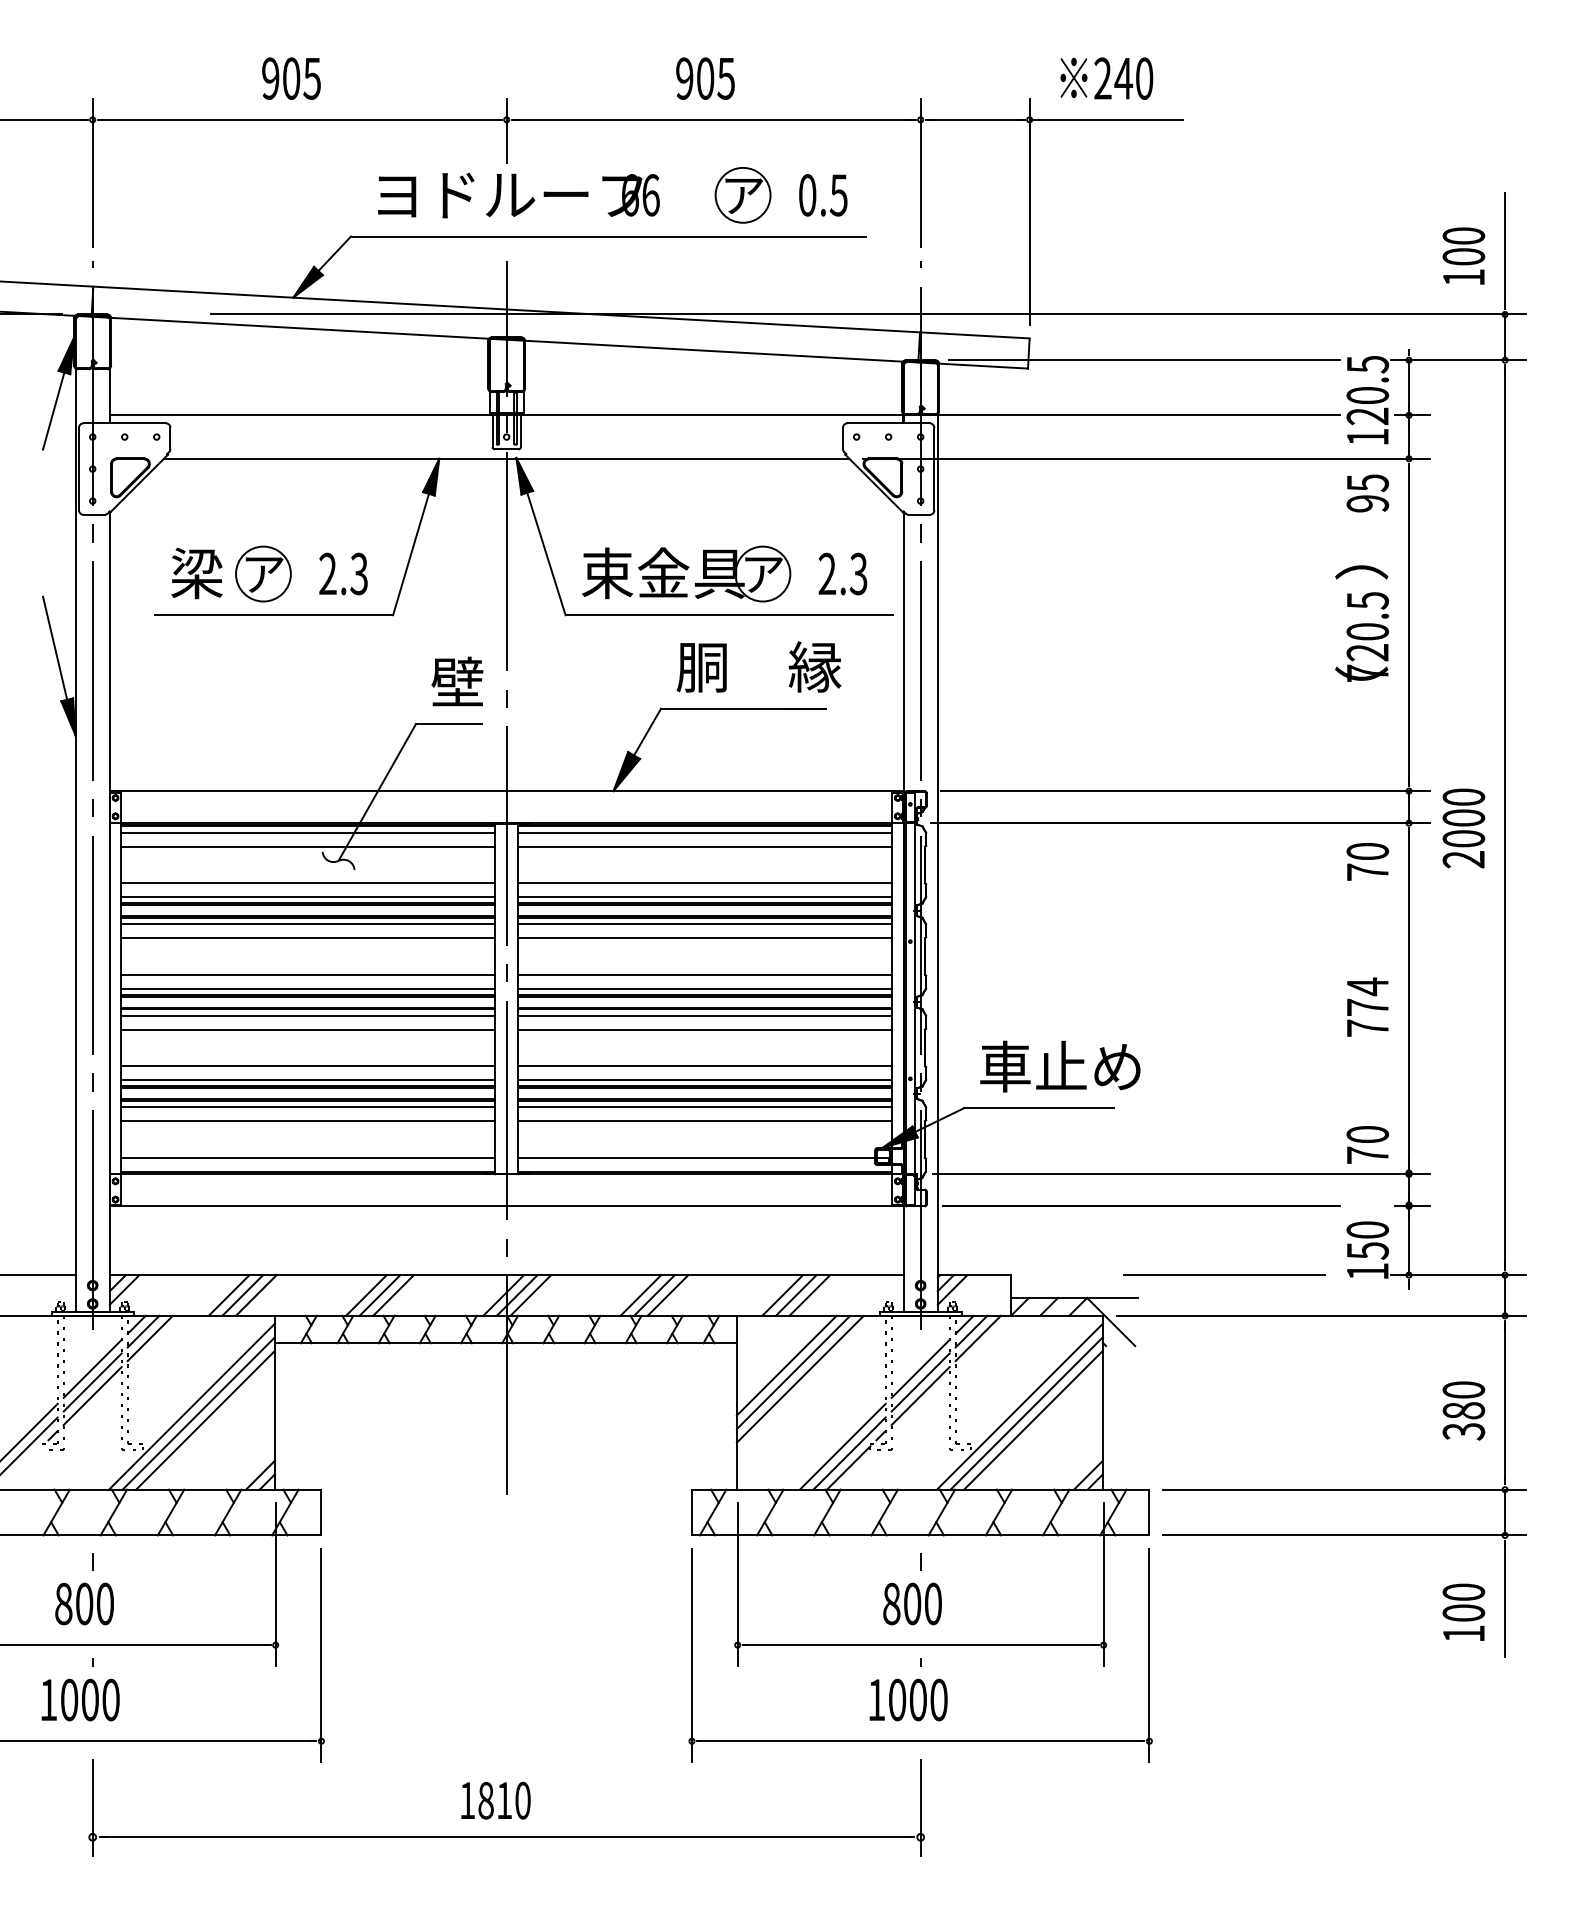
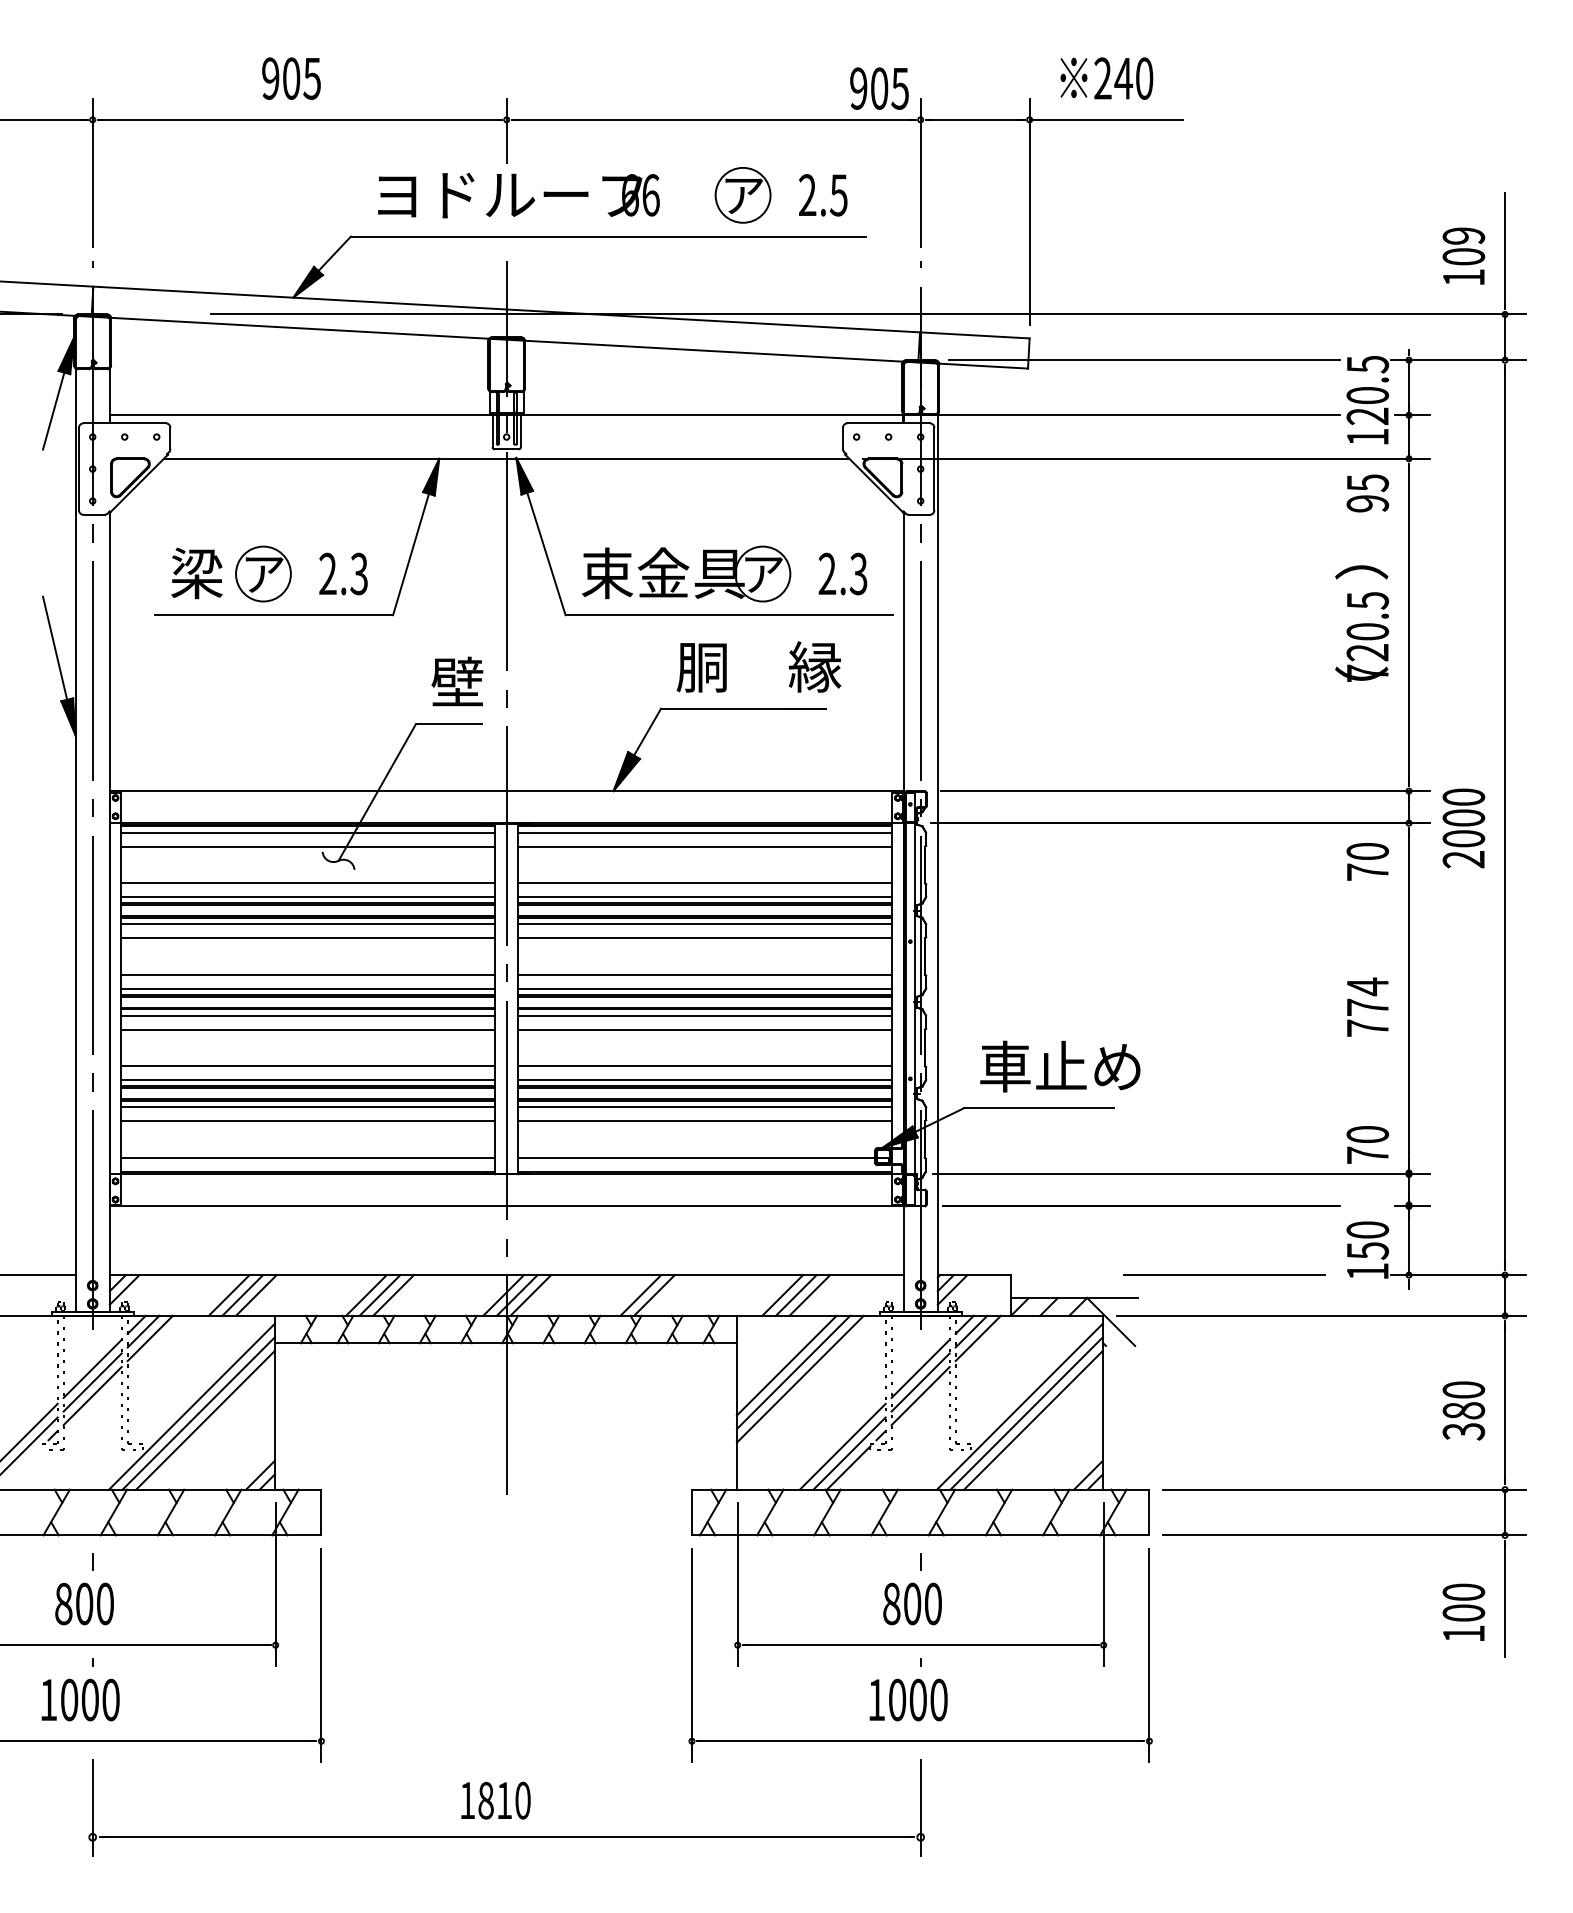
text at (705, 78) position: (705, 78) -> (879, 88)
text at (807, 195): 0.5 -> 2.5
text at (1463, 235): 100 -> 109
line at (667, 1295): present -> none
